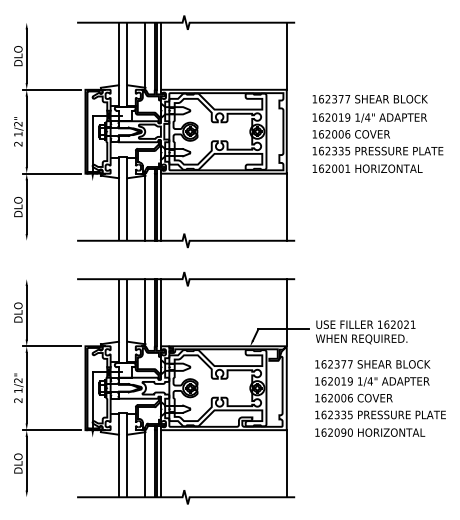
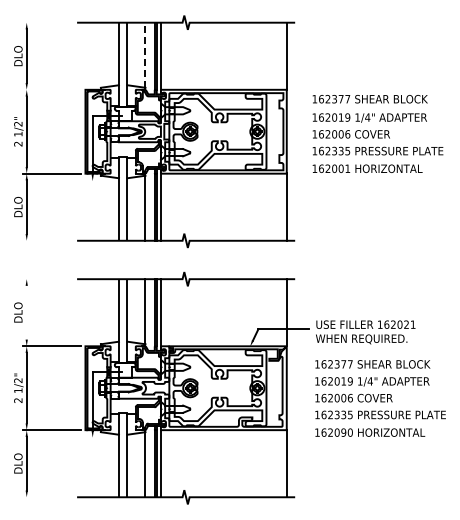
line at (145, 55): solid -> dashed
line at (51, 89): present -> none
line at (26, 312): present -> none
